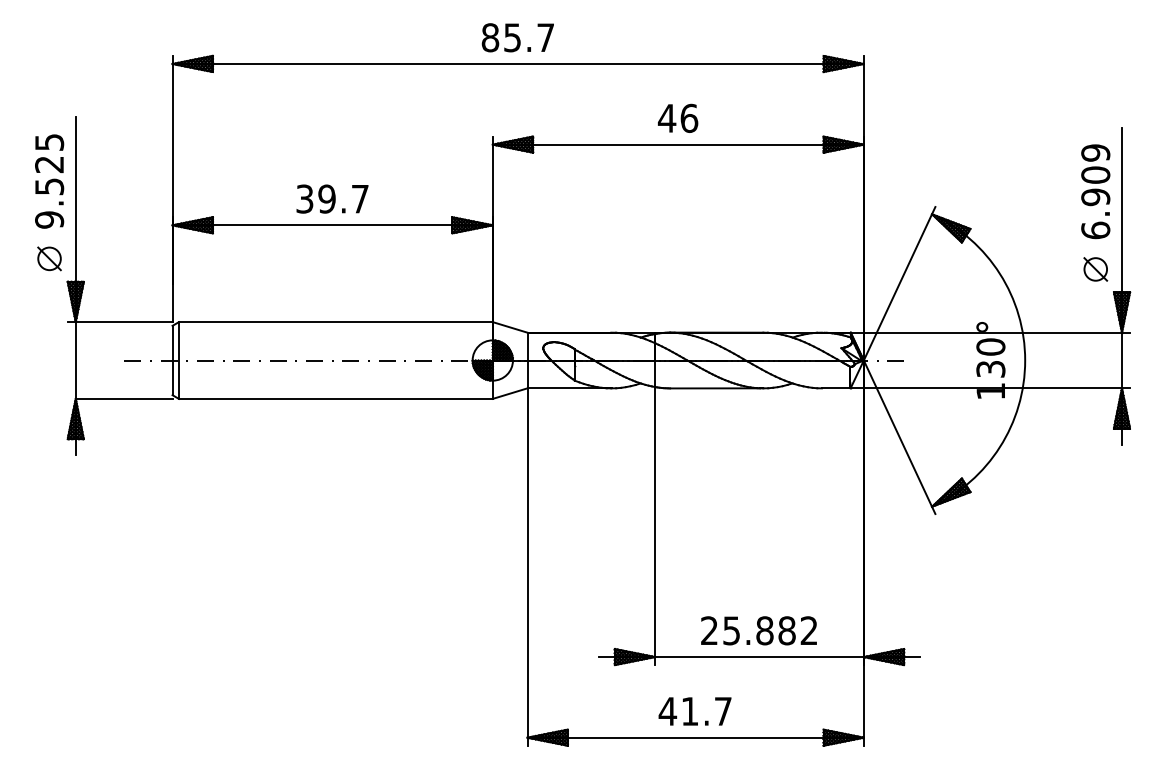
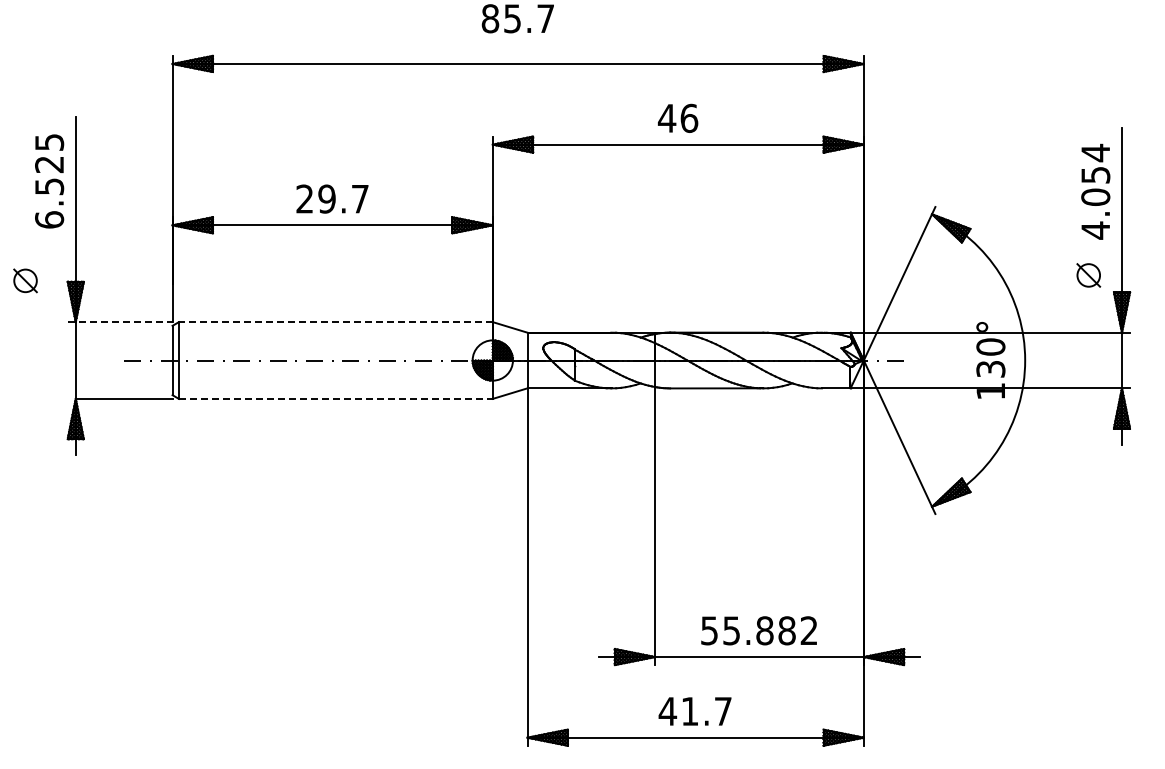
text at (517, 37) position: (517, 37) -> (517, 18)
text at (1095, 191): 6.909 -> 4.054
text at (304, 198): 39.7 -> 29.7
text at (49, 219): 9.525 -> 6.525
part at (49, 258) position: (49, 258) -> (25, 280)
part at (1095, 269) position: (1095, 269) -> (1088, 275)
line at (120, 322): solid -> dashed
line at (335, 322): solid -> dashed
line at (335, 398): solid -> dashed
text at (709, 630): 25.882 -> 55.882
